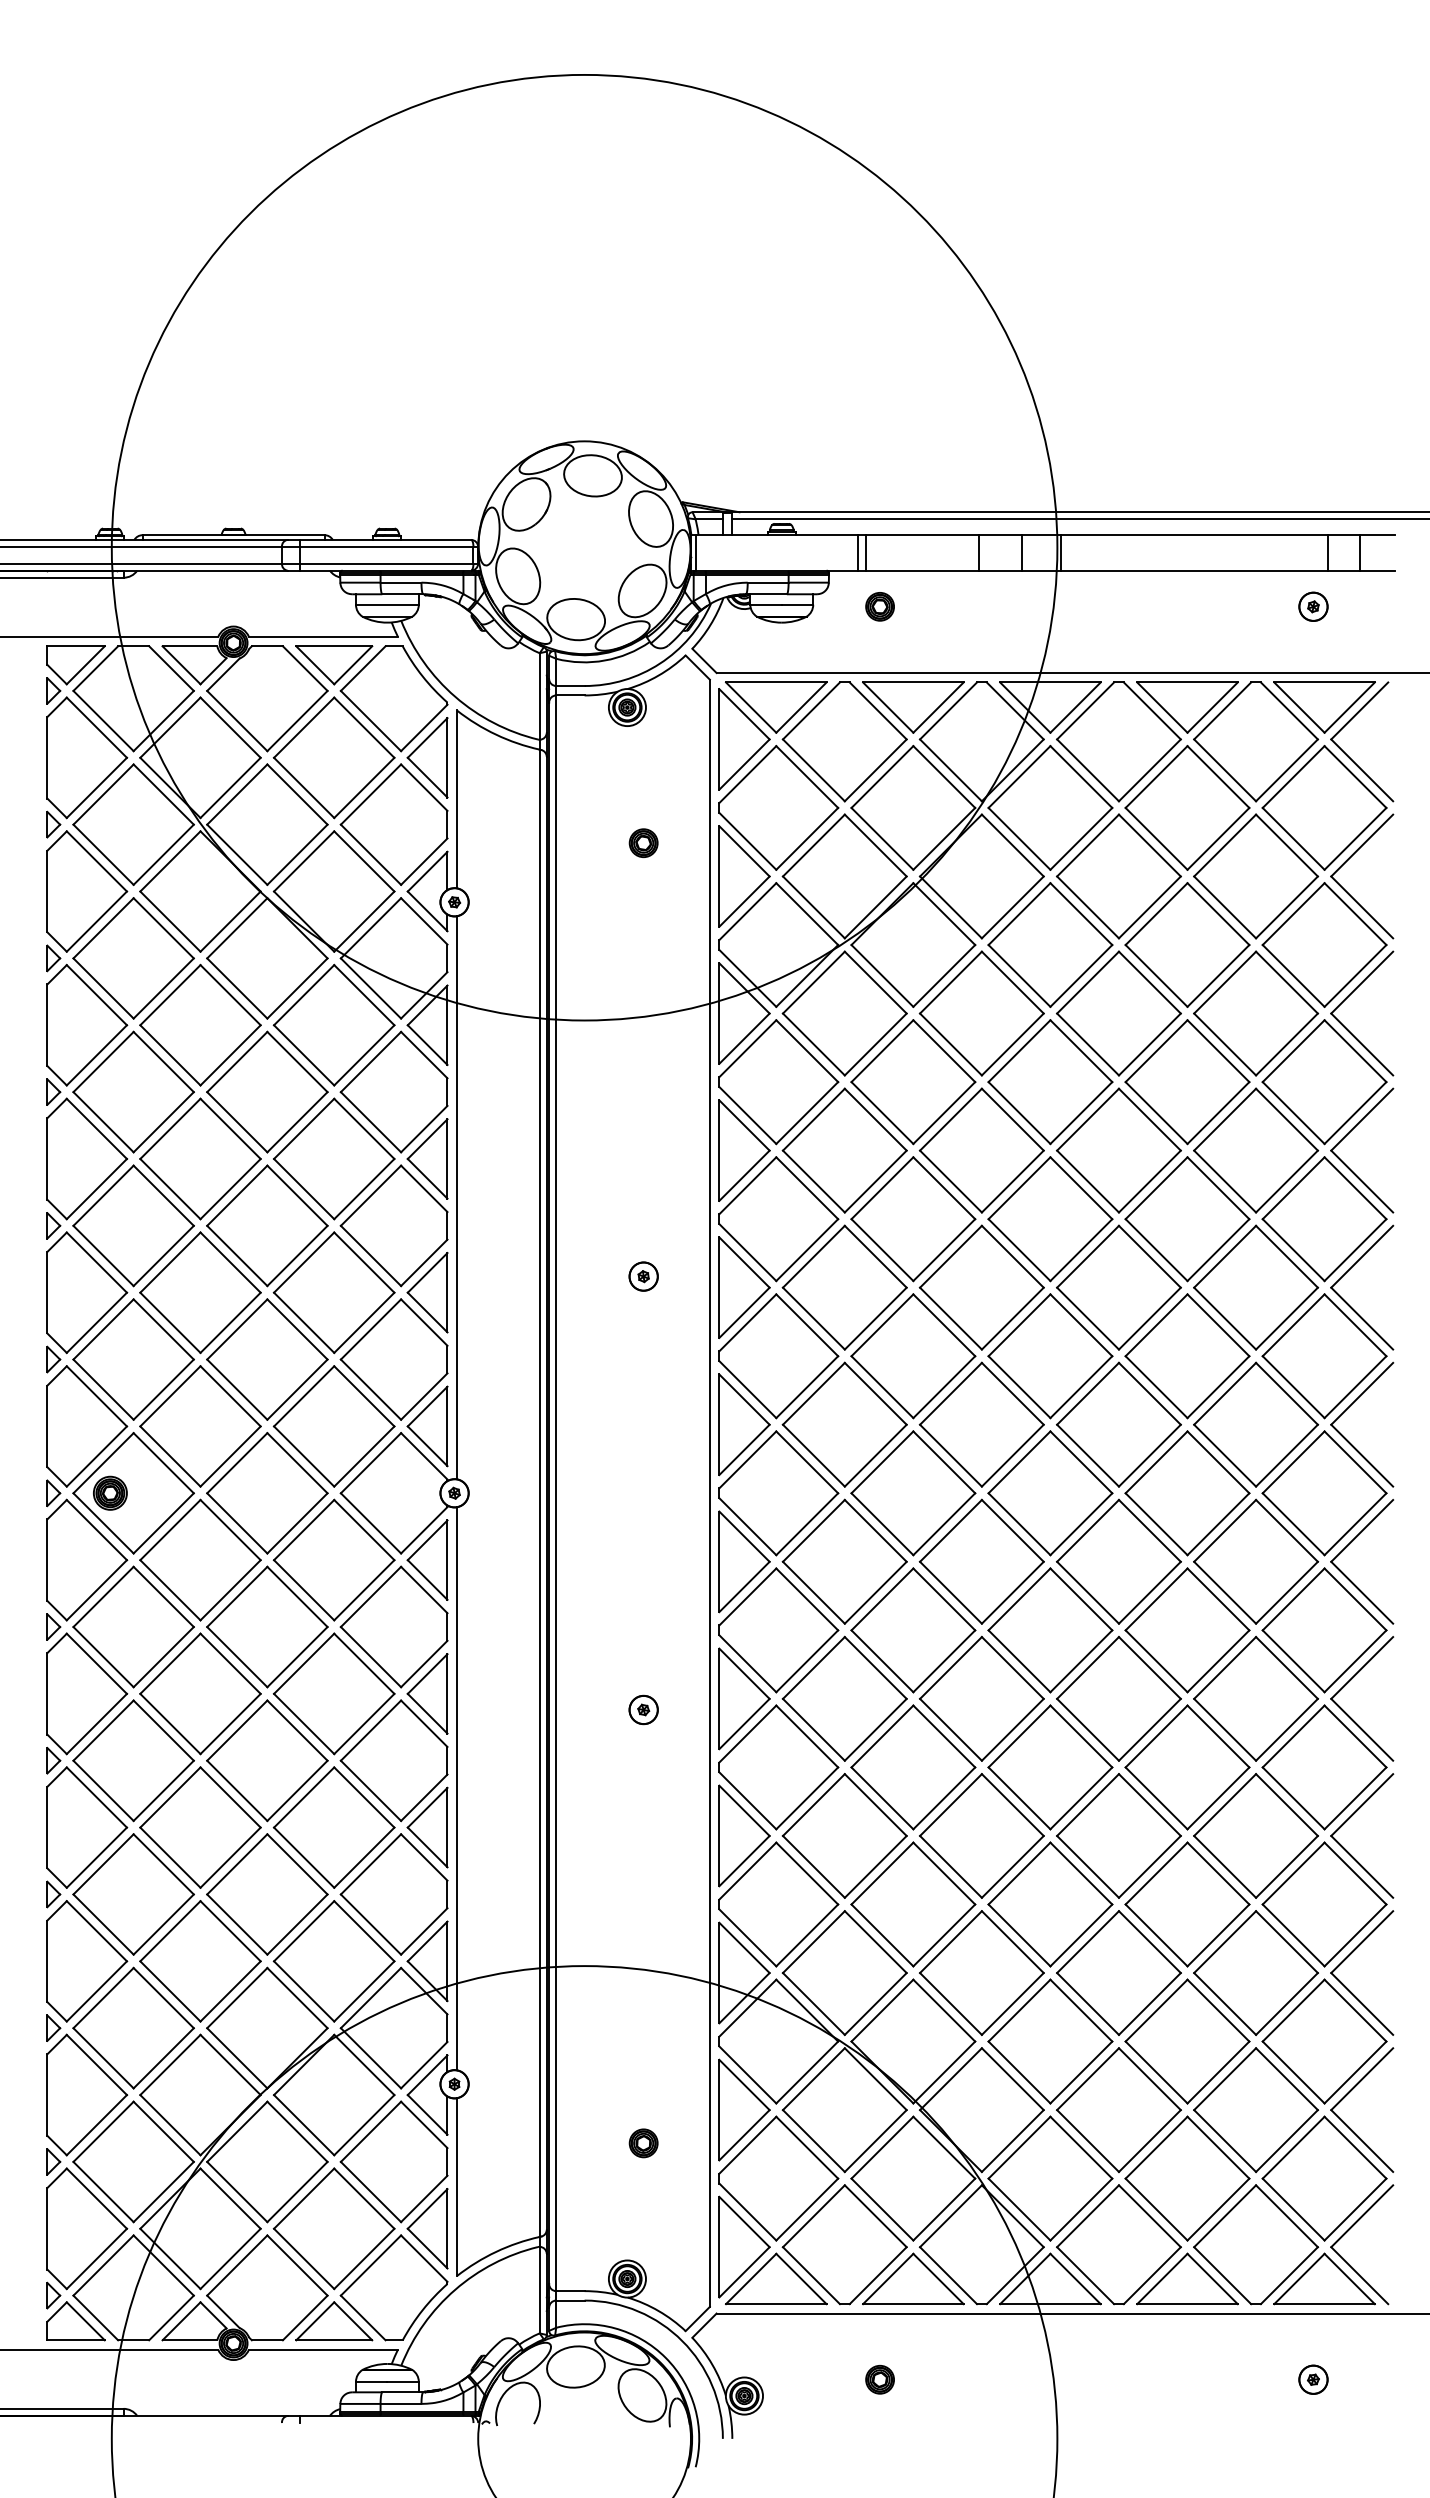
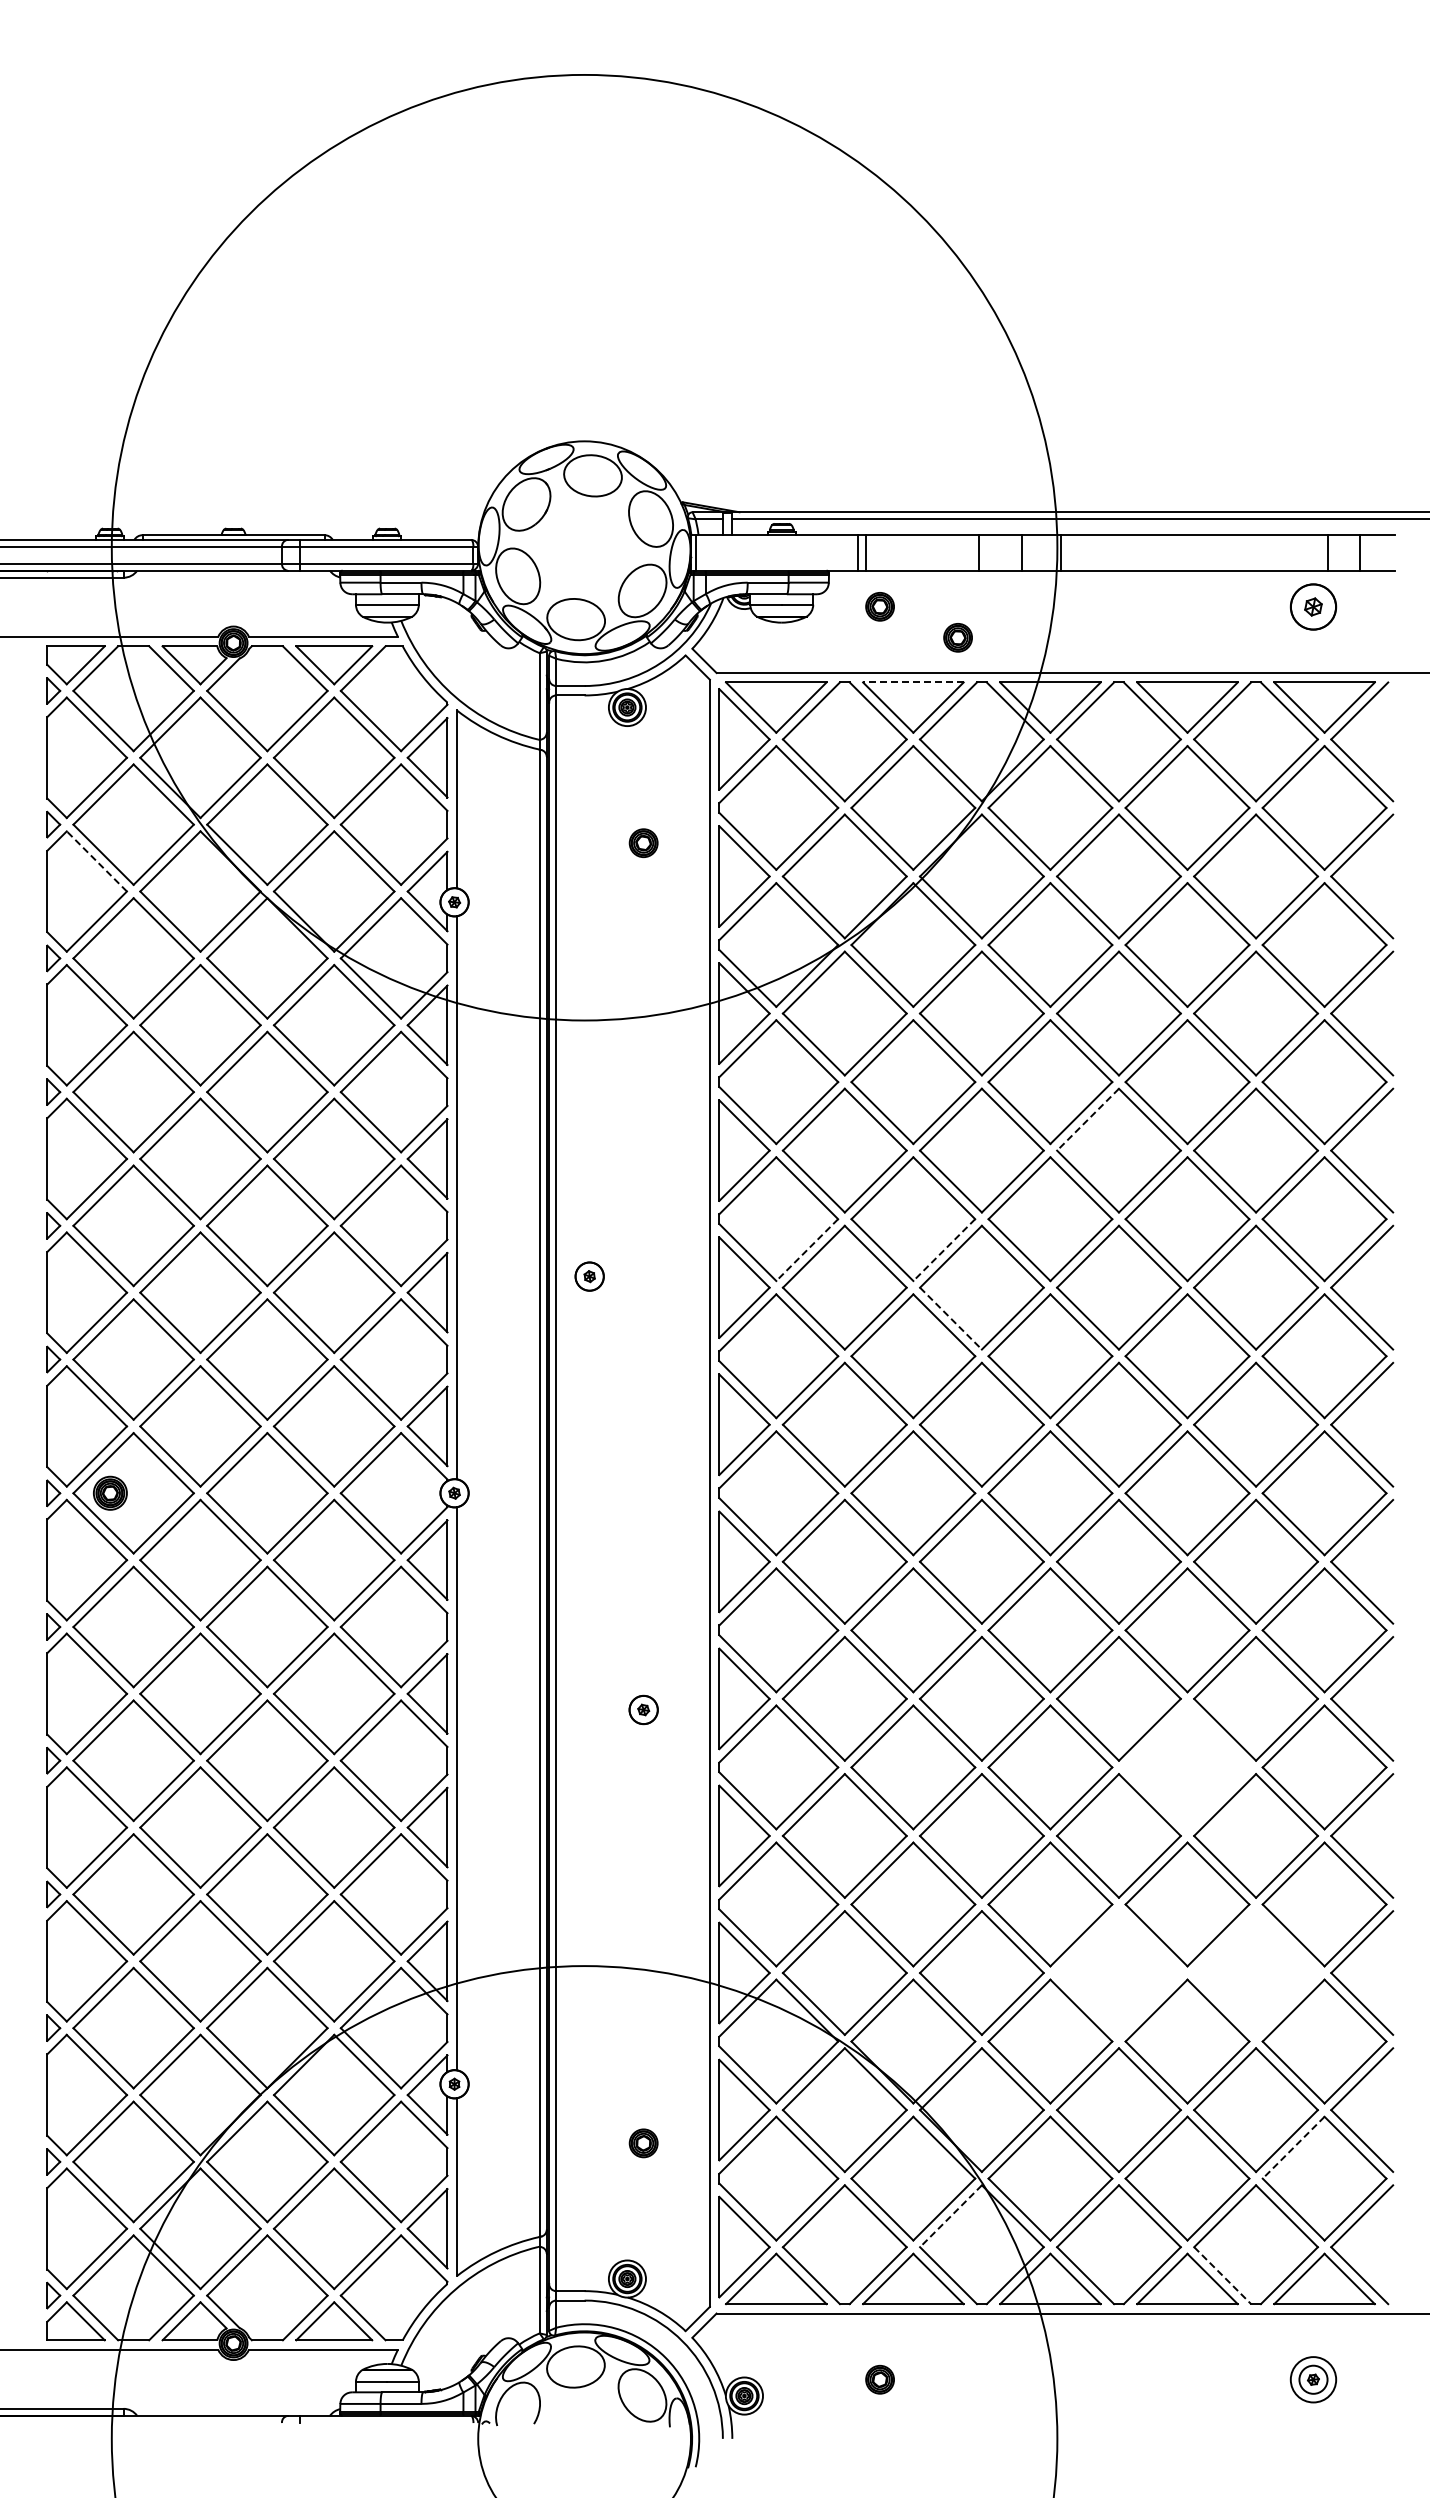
part at (1313, 606) size: 31x31 px -> 49x48 px
part at (957, 637): none -> present
line at (912, 682): solid -> dashed
line at (96, 861): solid -> dashed
line at (1088, 1119): solid -> dashed
line at (807, 1250): solid -> dashed
line at (944, 1250): solid -> dashed
part at (643, 1276) position: (643, 1276) -> (589, 1276)
line at (950, 1318): solid -> dashed
part at (1187, 1767): present -> none
part at (1118, 1972): present -> none
part at (1255, 1972): present -> none
line at (1293, 2147): solid -> dashed
line at (950, 2216): solid -> dashed
line at (1223, 2276): solid -> dashed
circle at (1313, 2379) diameter: 28 px -> 45 px
